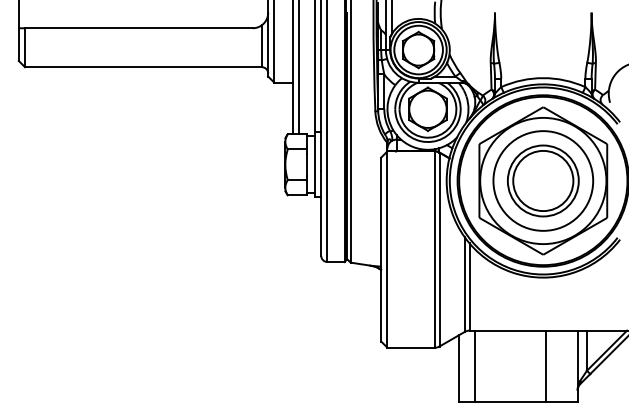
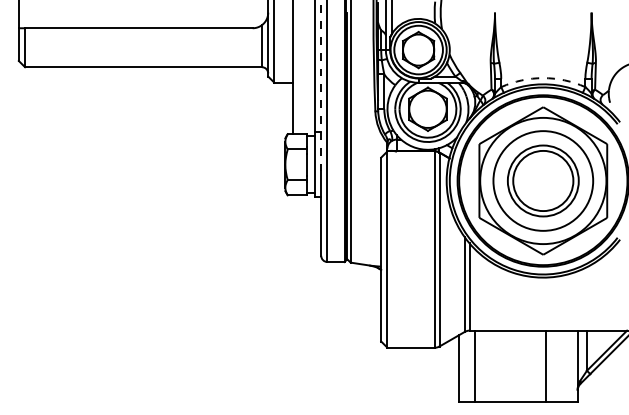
line at (299, 68): present -> none
arc at (543, 78): solid -> dashed
line at (321, 85): solid -> dashed
